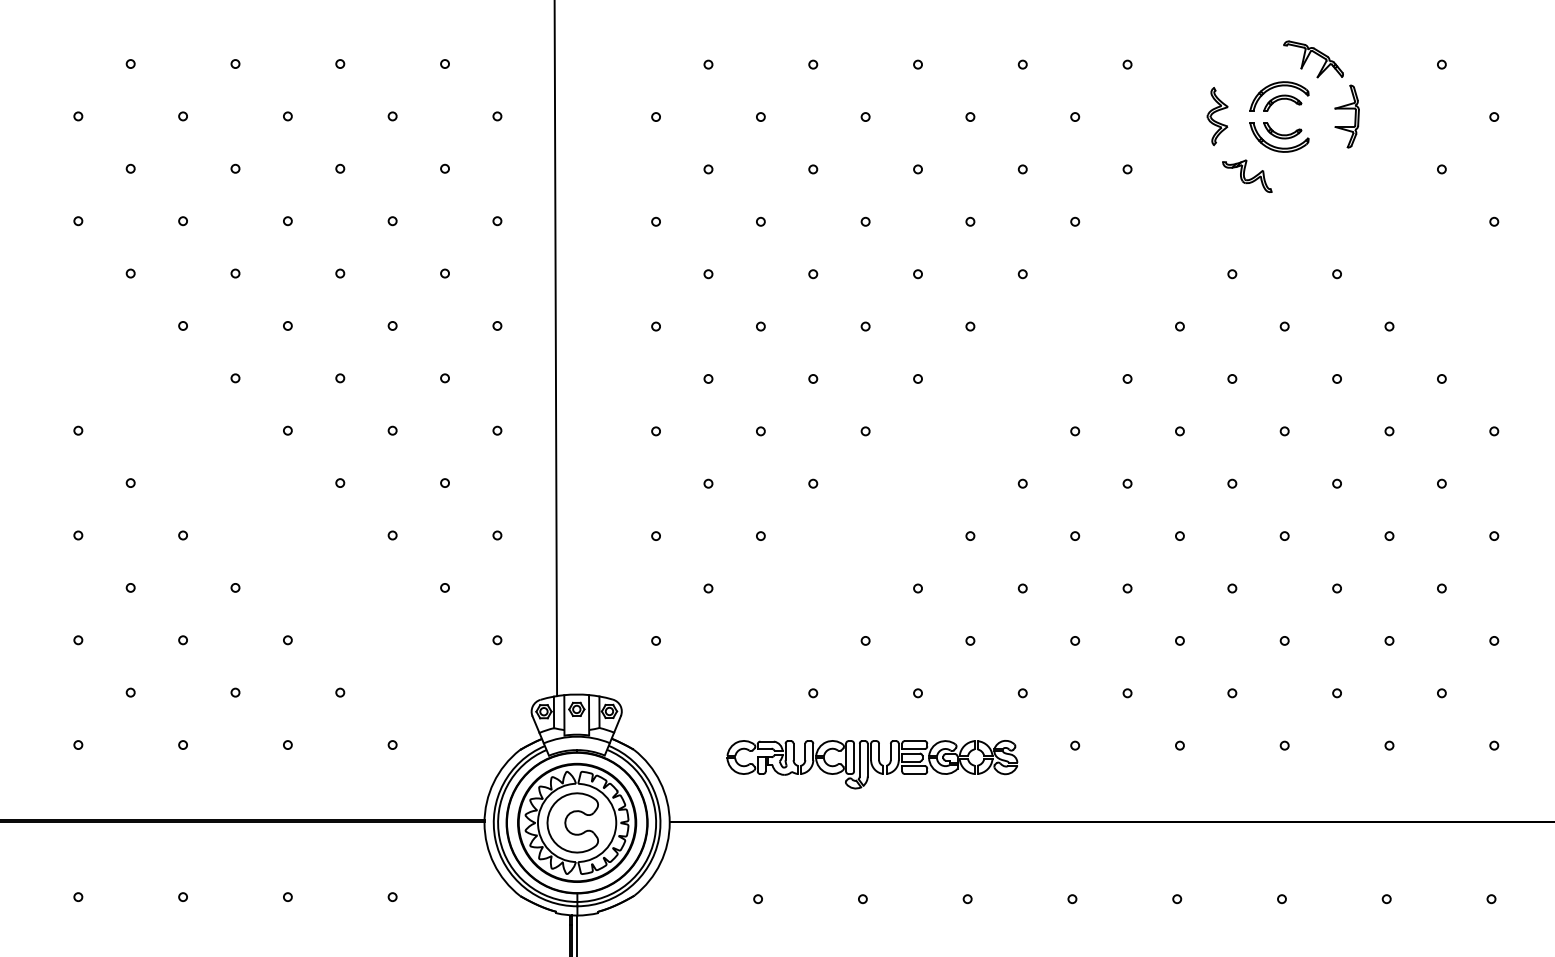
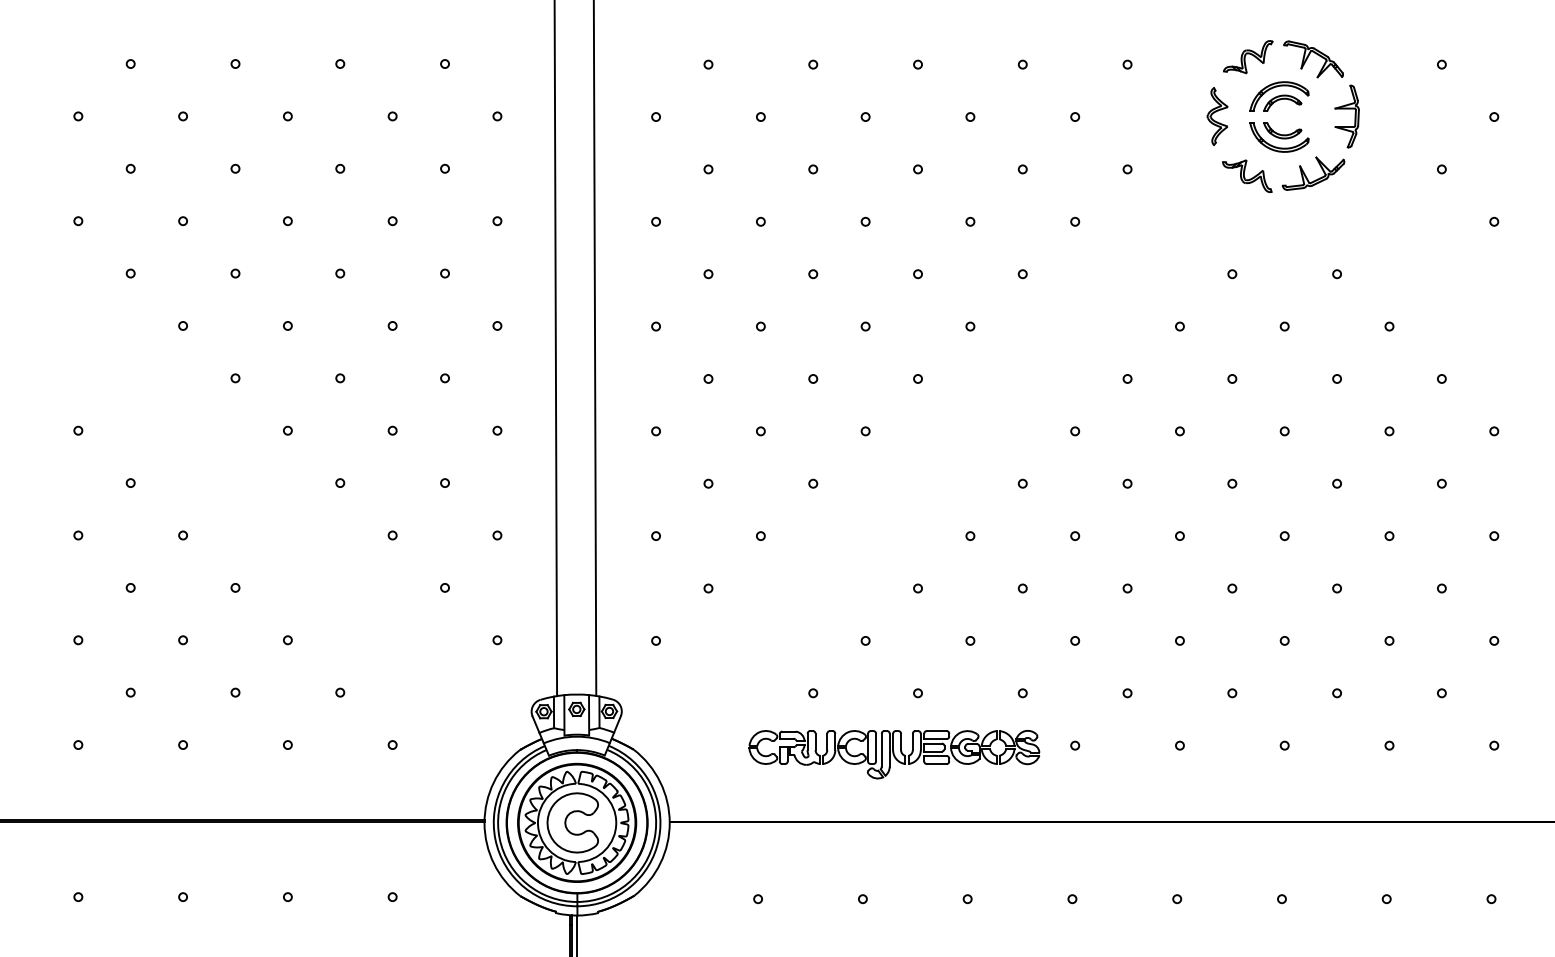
part at (1248, 57): none -> present
part at (1315, 179): none -> present
line at (594, 348): none -> present
part at (872, 764) position: (872, 764) -> (894, 754)
